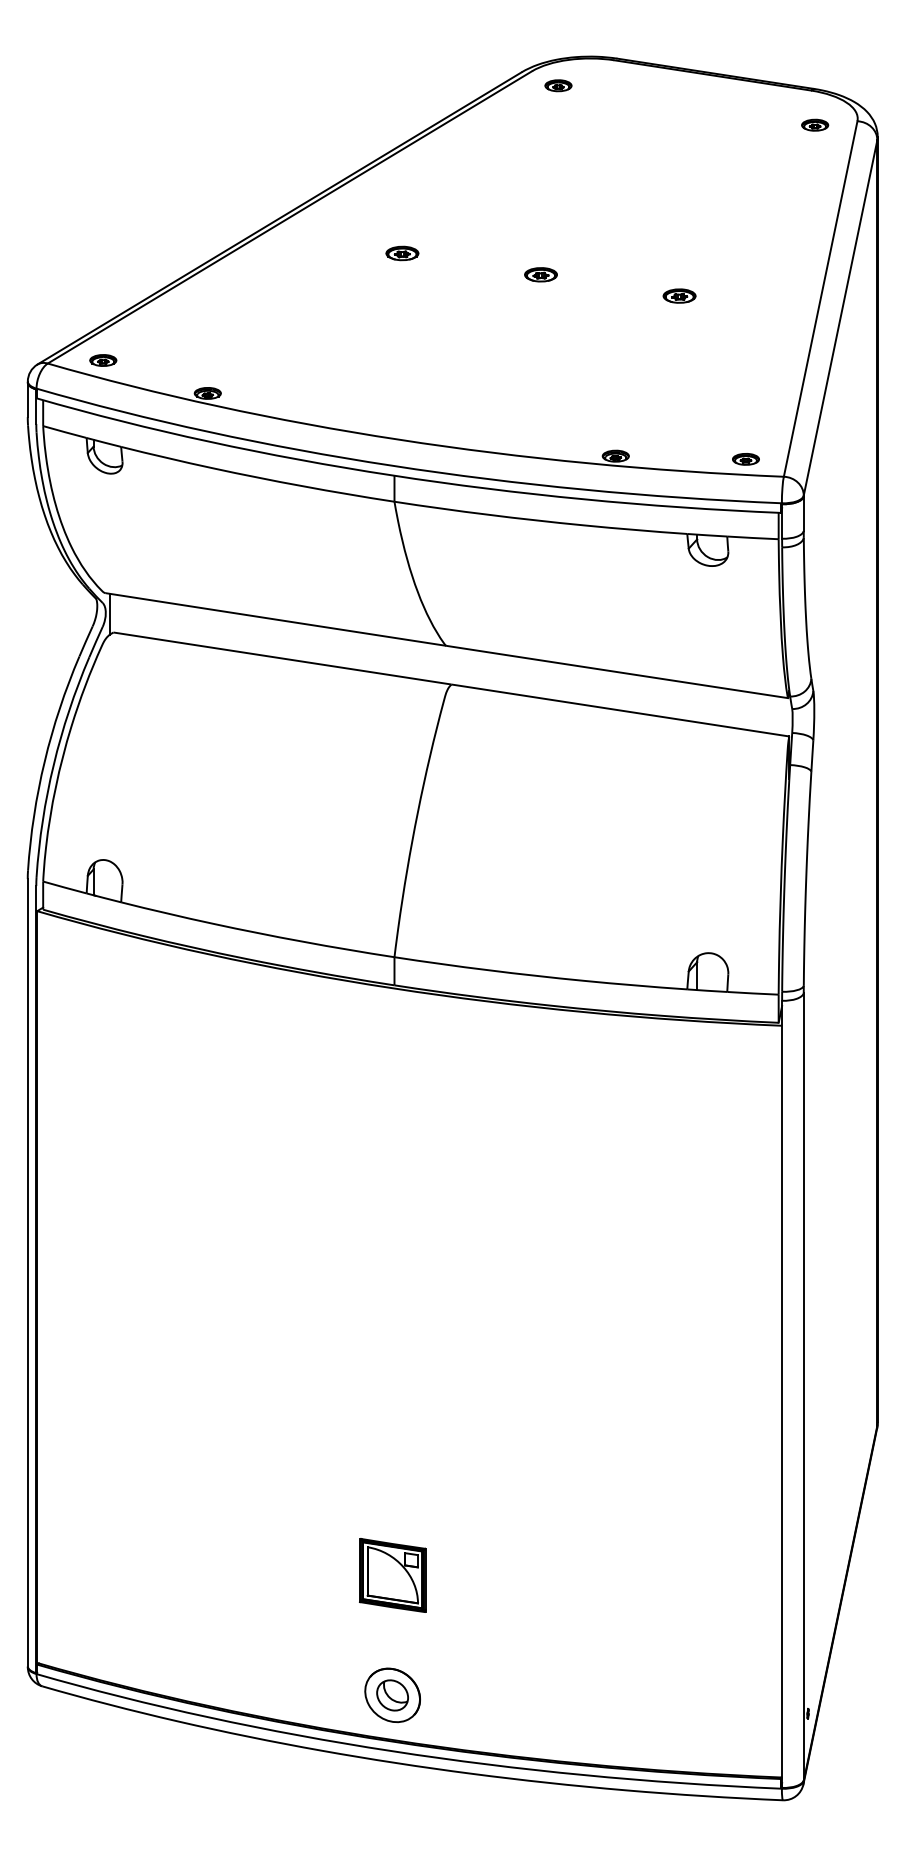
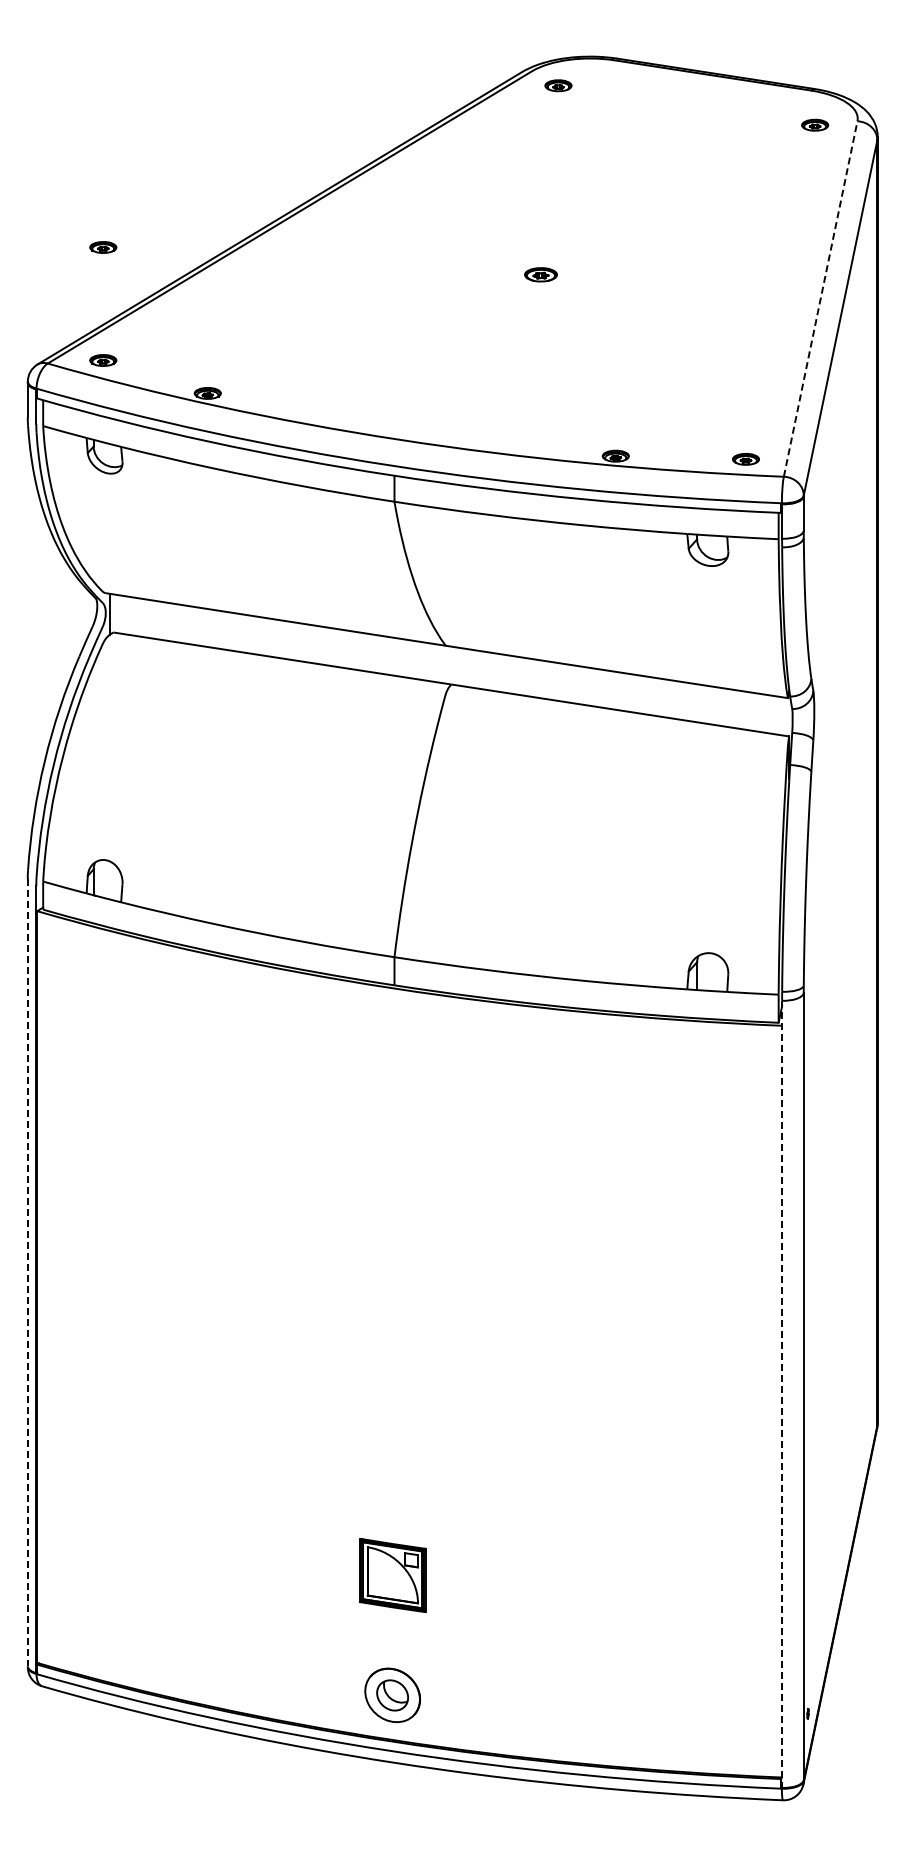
part at (103, 247): none -> present
part at (402, 253): present -> none
part at (679, 295): present -> none
line at (820, 299): solid -> dashed
line at (27, 1272): solid -> dashed
line at (782, 1394): solid -> dashed
